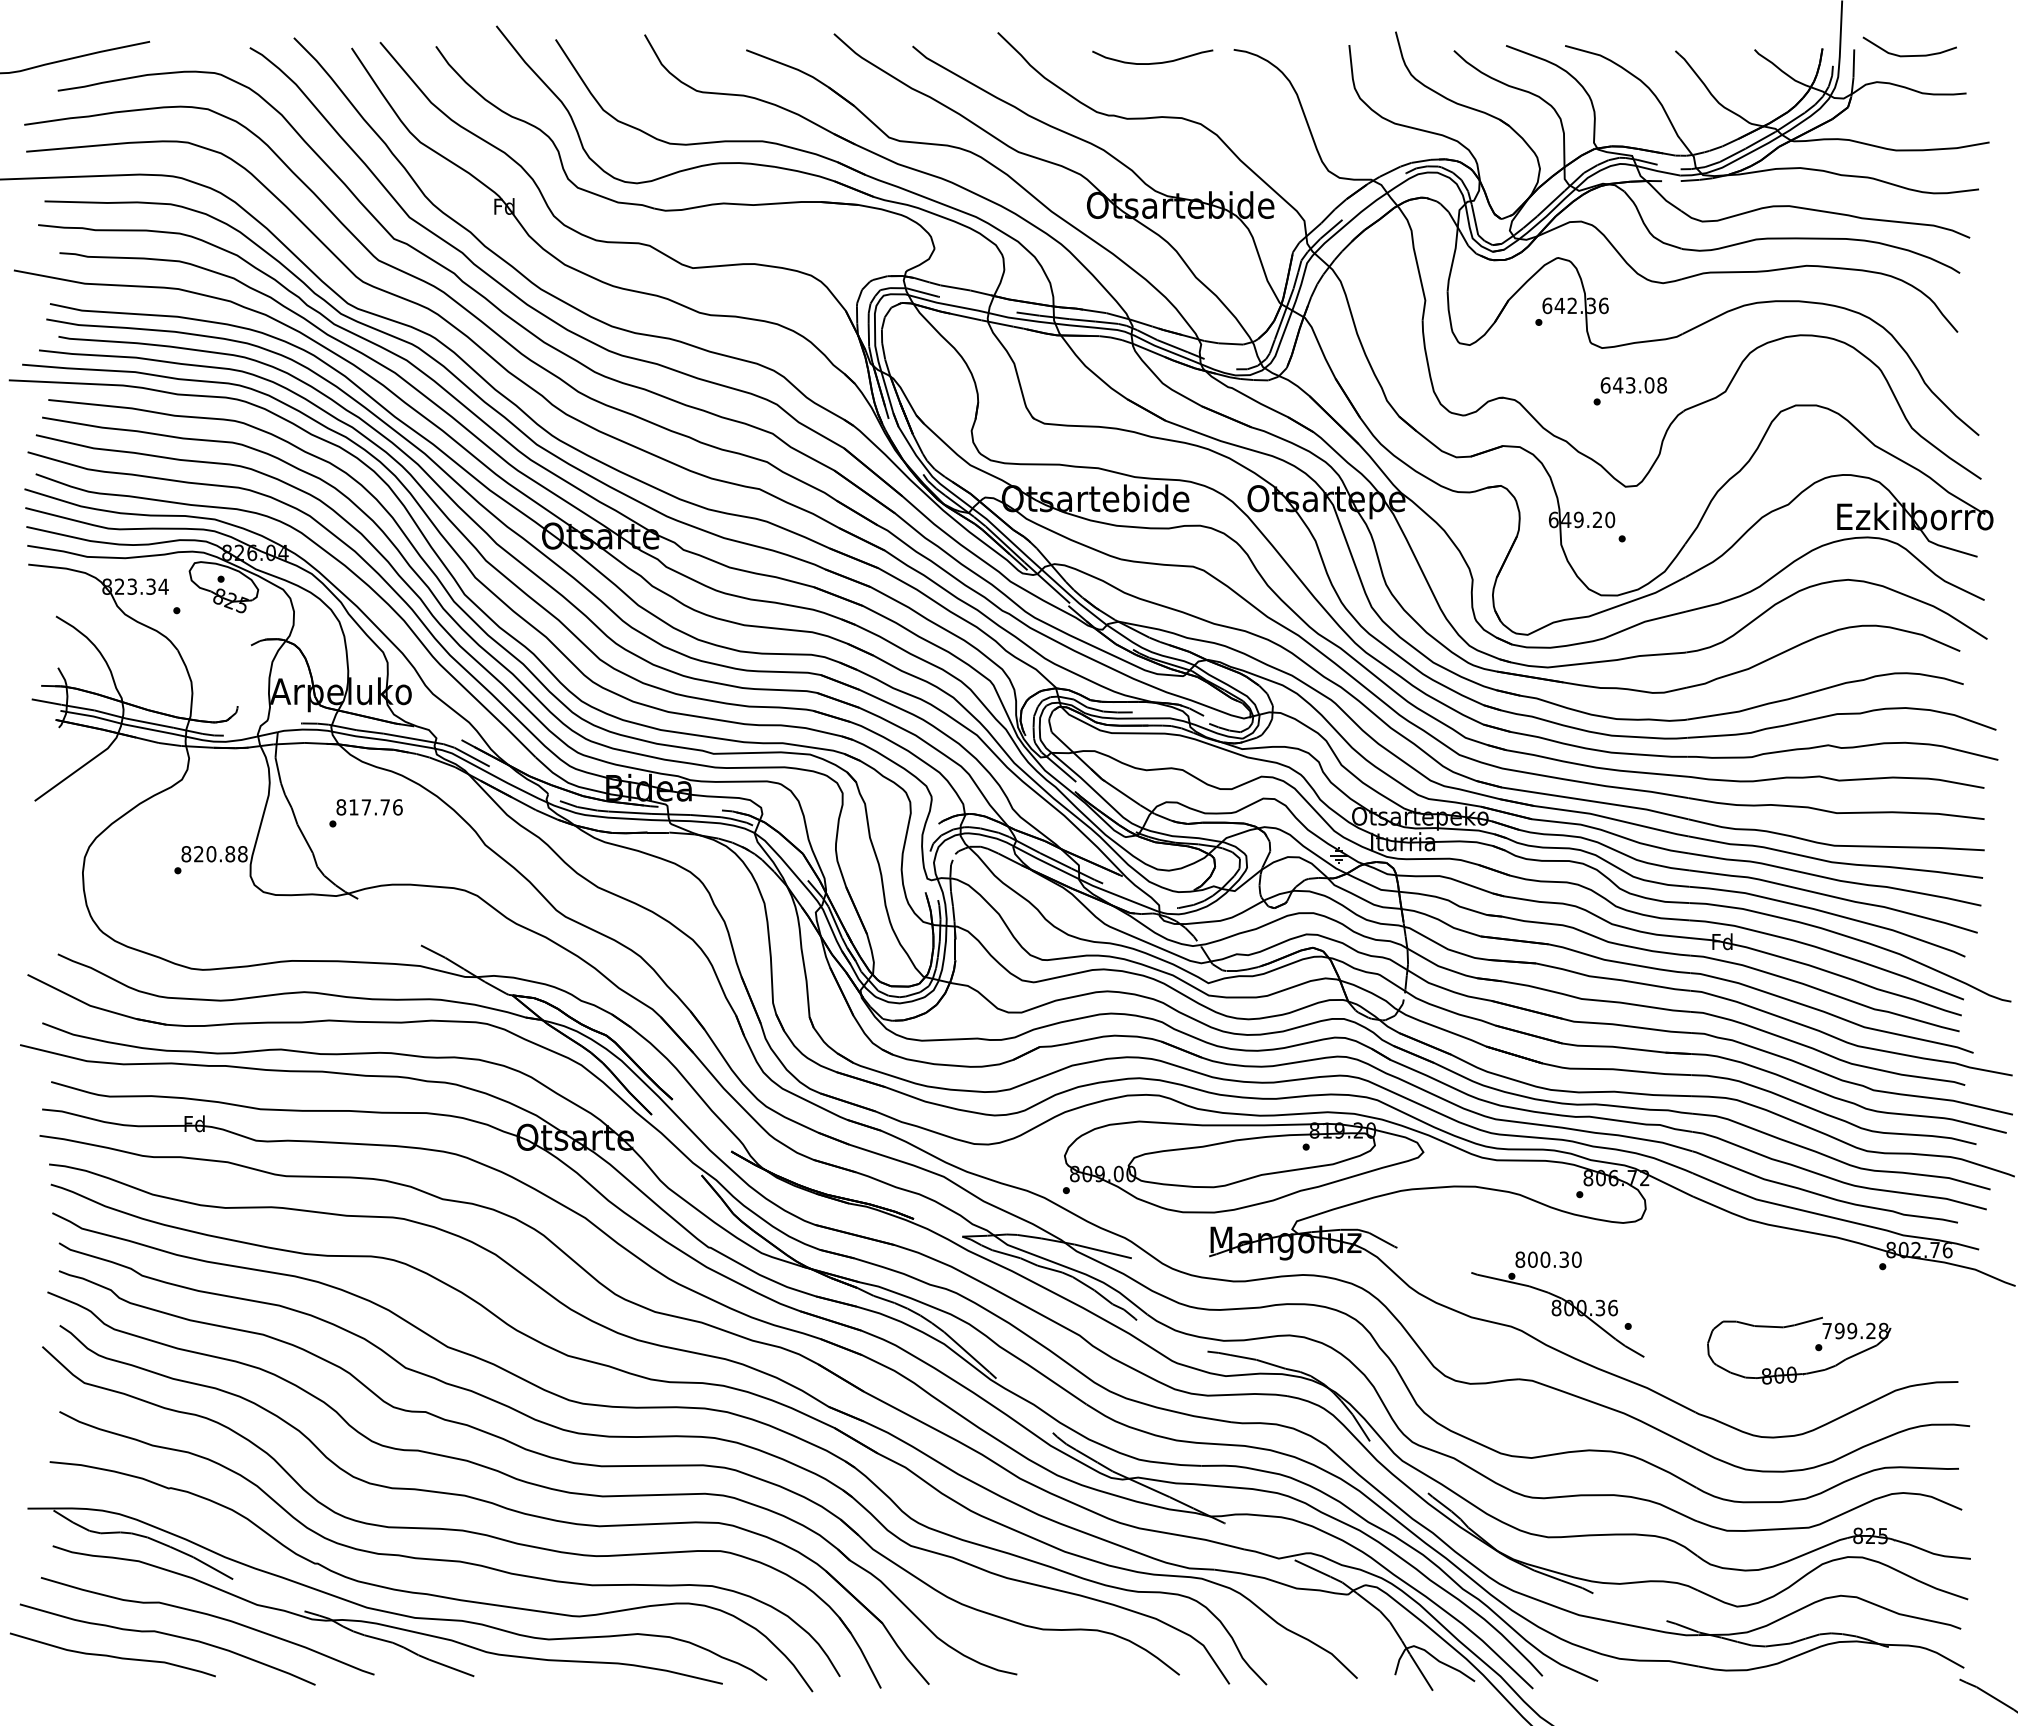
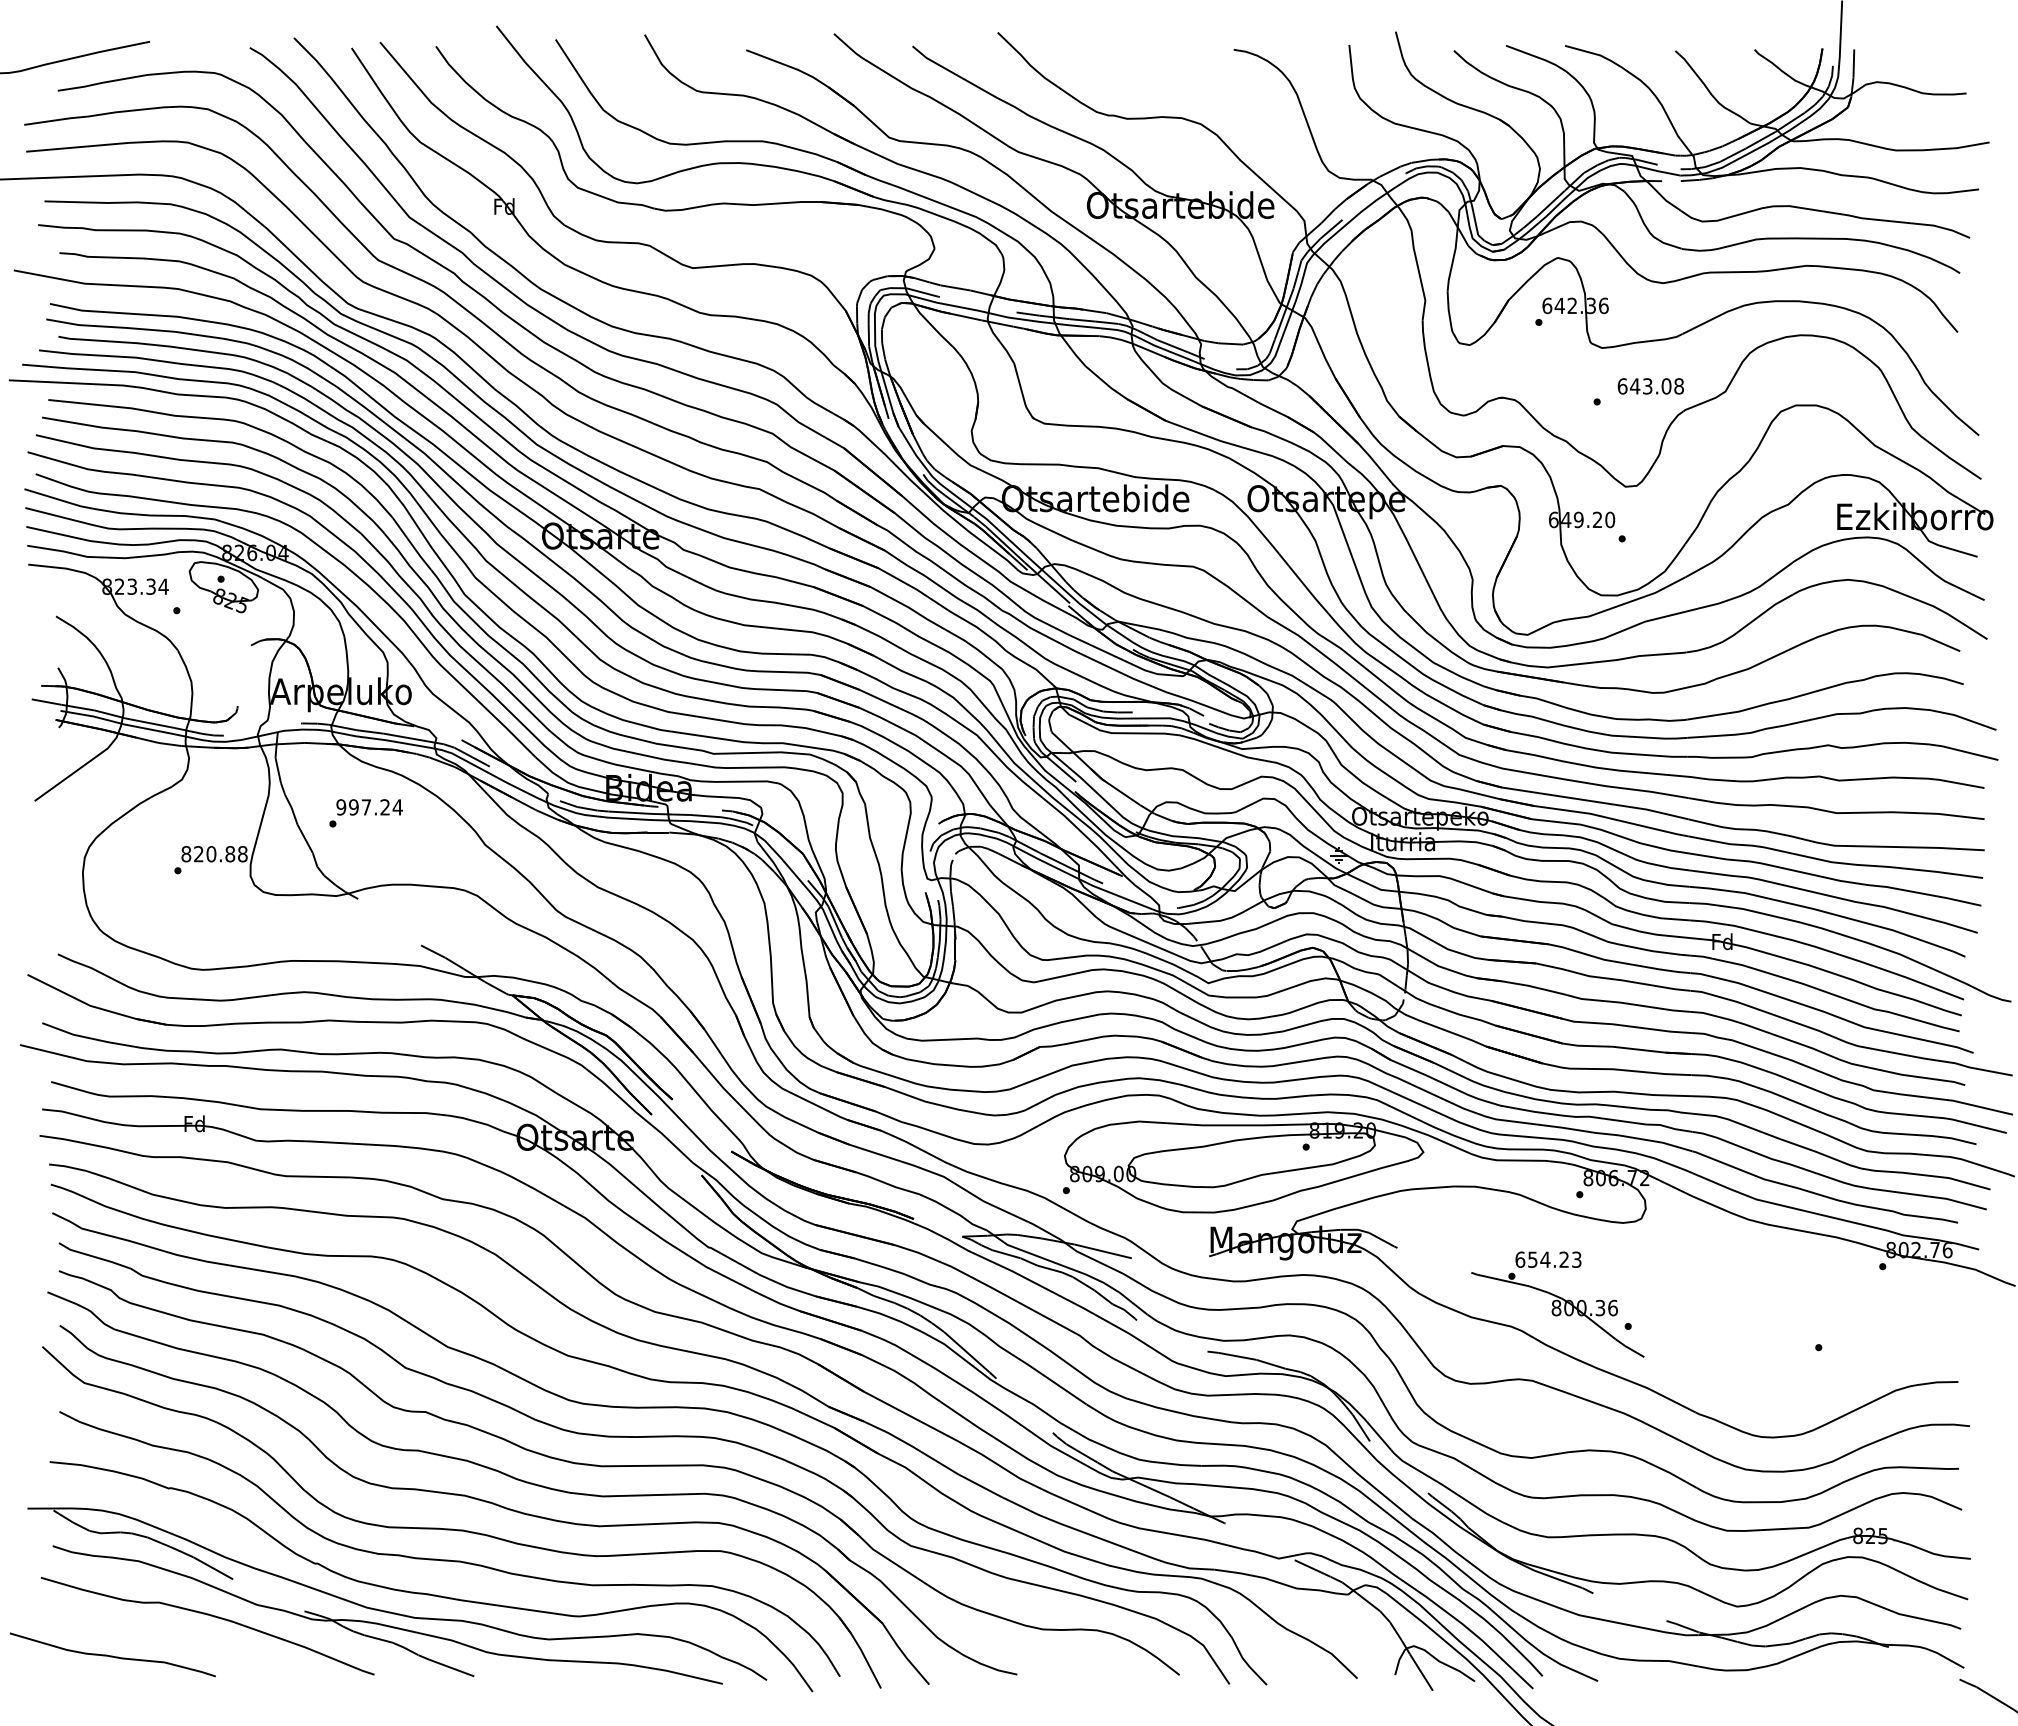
curve at (1909, 55): present -> none
curve at (1152, 62): present -> none
text at (1633, 385) position: (1633, 385) -> (1650, 386)
text at (369, 807): 817.76 -> 997.24
text at (1548, 1259): 800.30 -> 654.23
part at (1792, 1366): present -> none
curve at (171, 1636): present -> none
